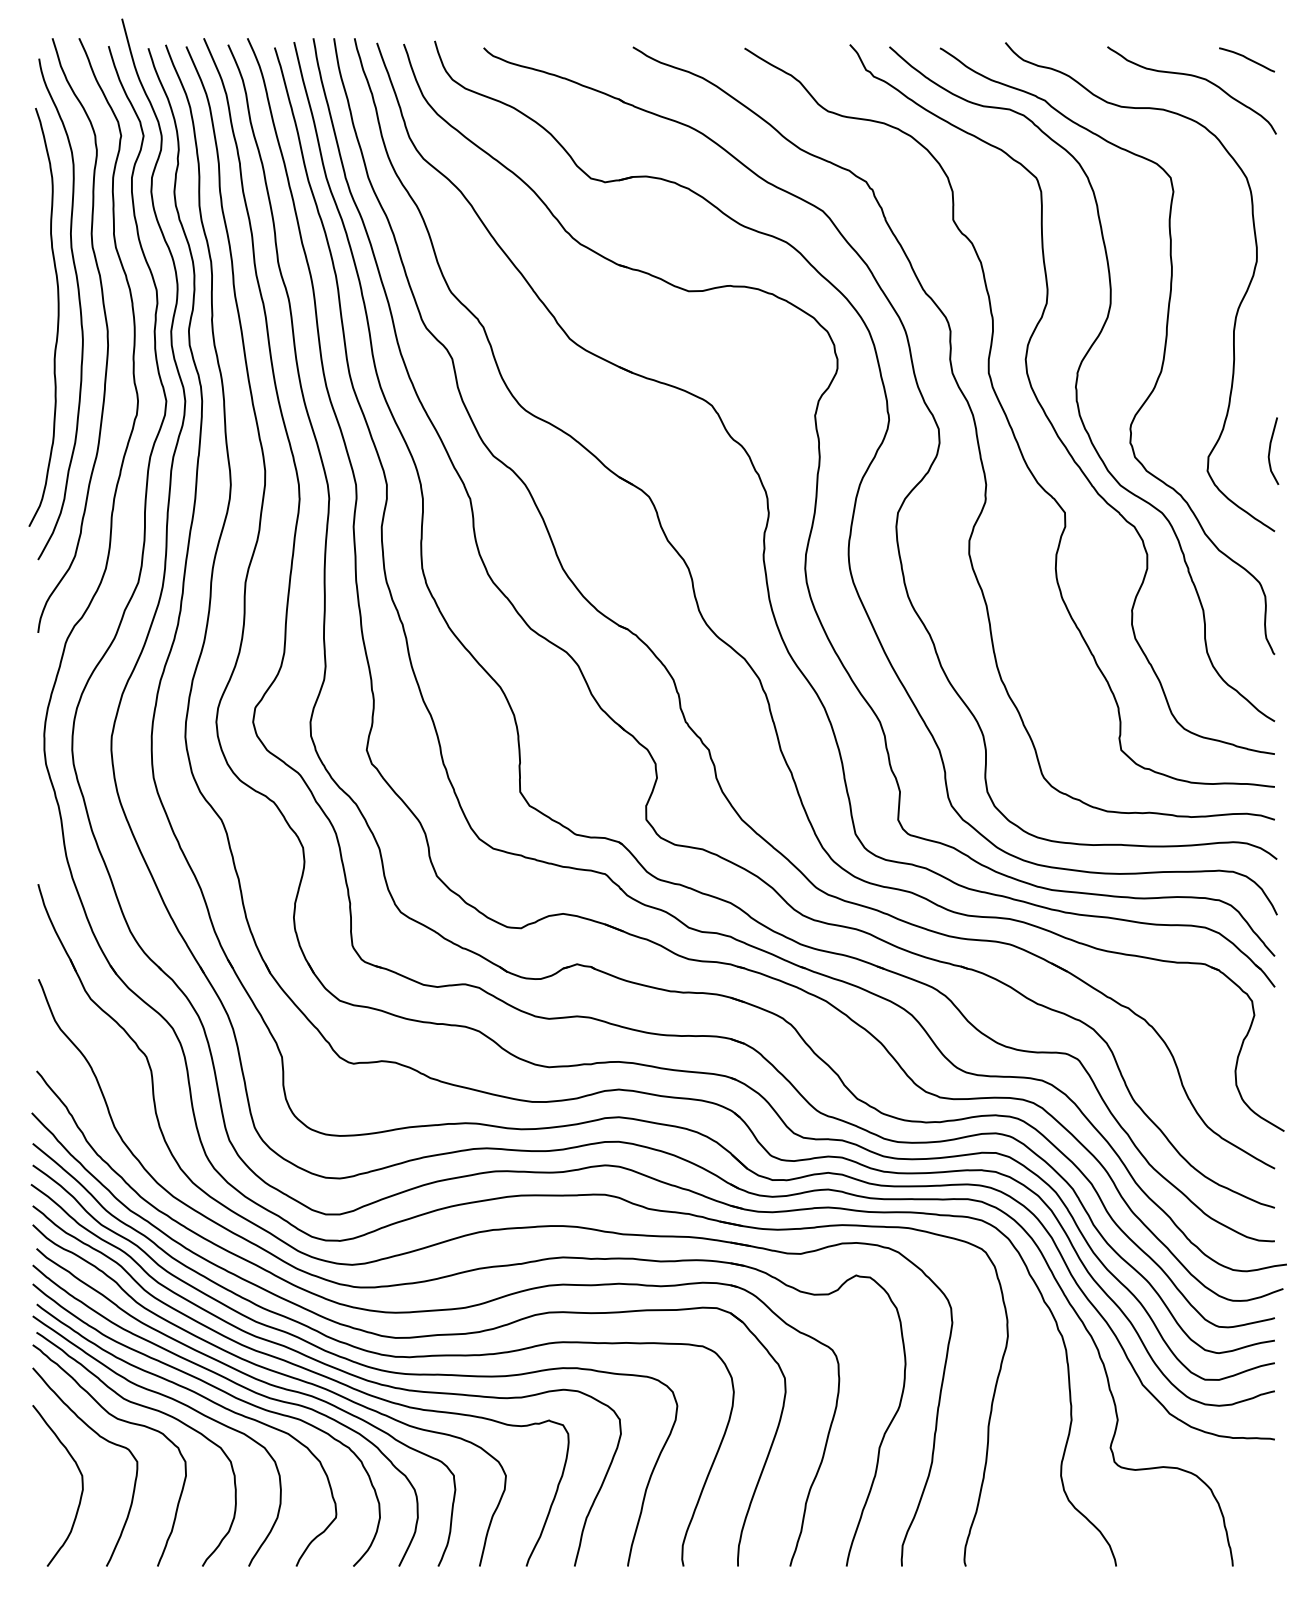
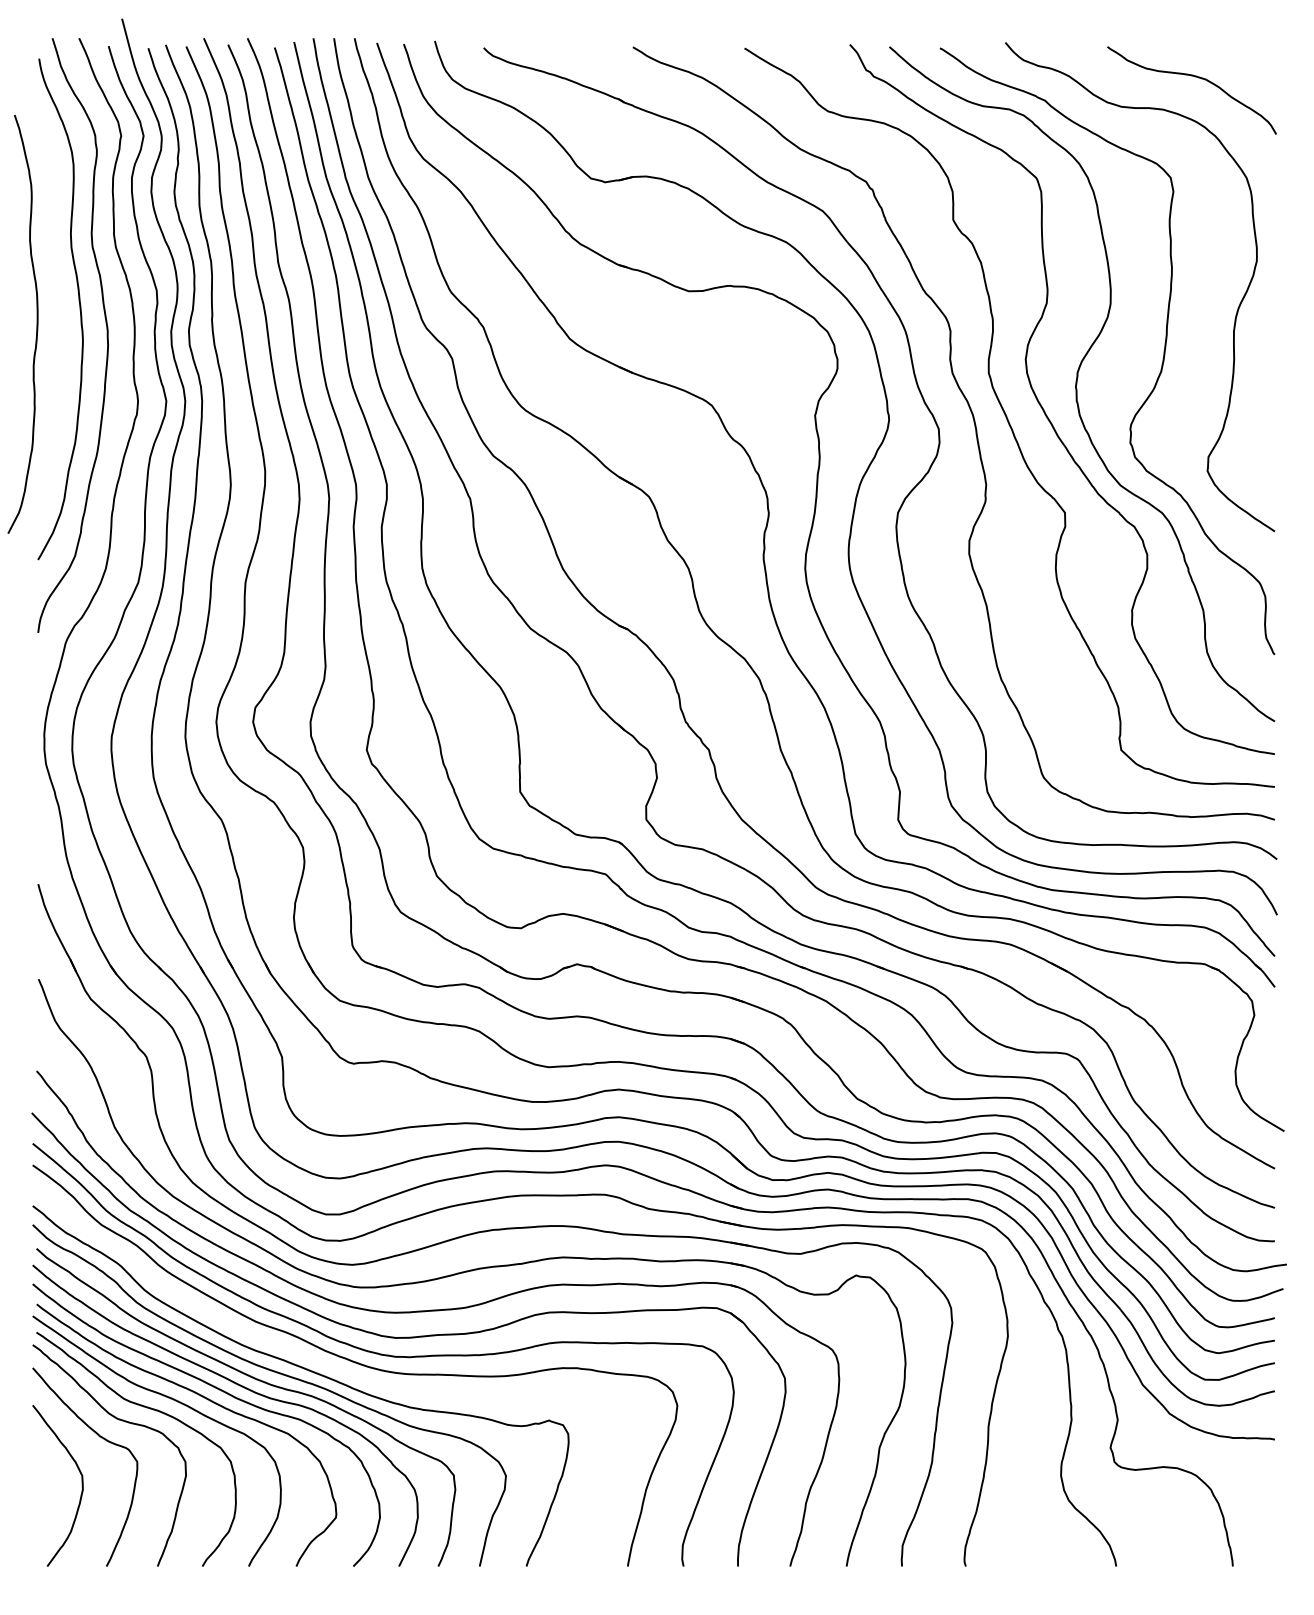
curve at (1246, 58): present -> none
curve at (57, 317) position: (57, 317) -> (36, 324)
curve at (1270, 450): present -> none
curve at (327, 1366): present -> none
